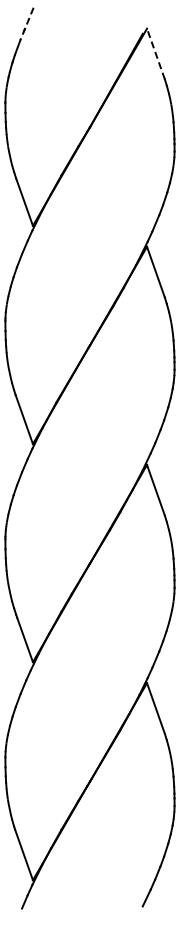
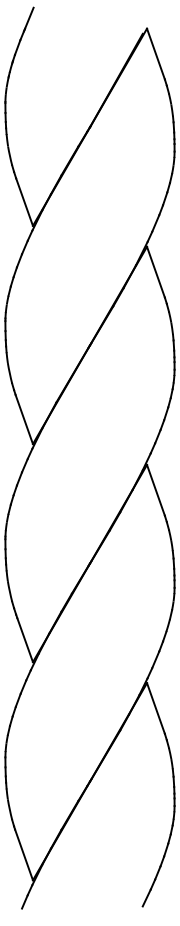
line at (26, 24): dashed -> solid
line at (155, 54): dashed -> solid
